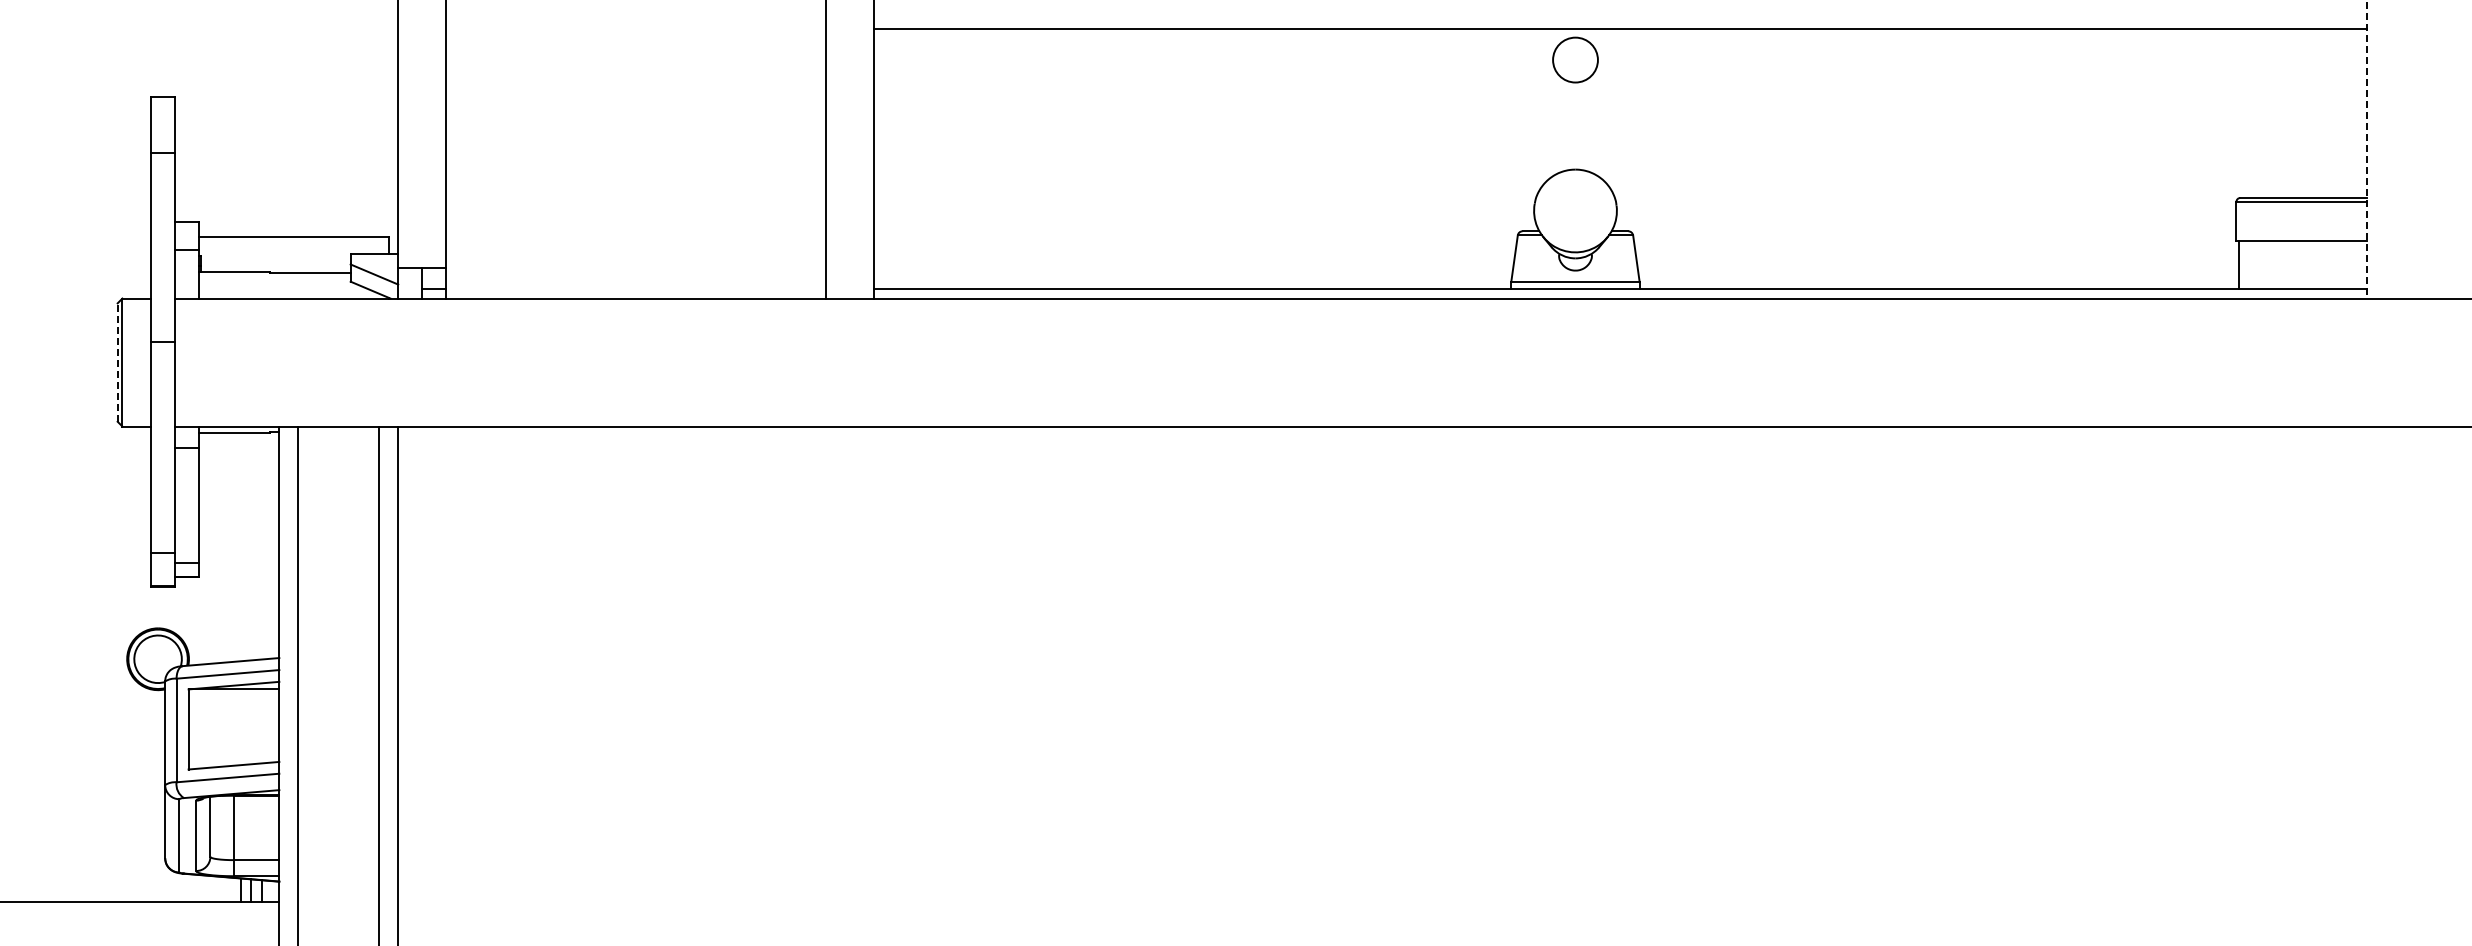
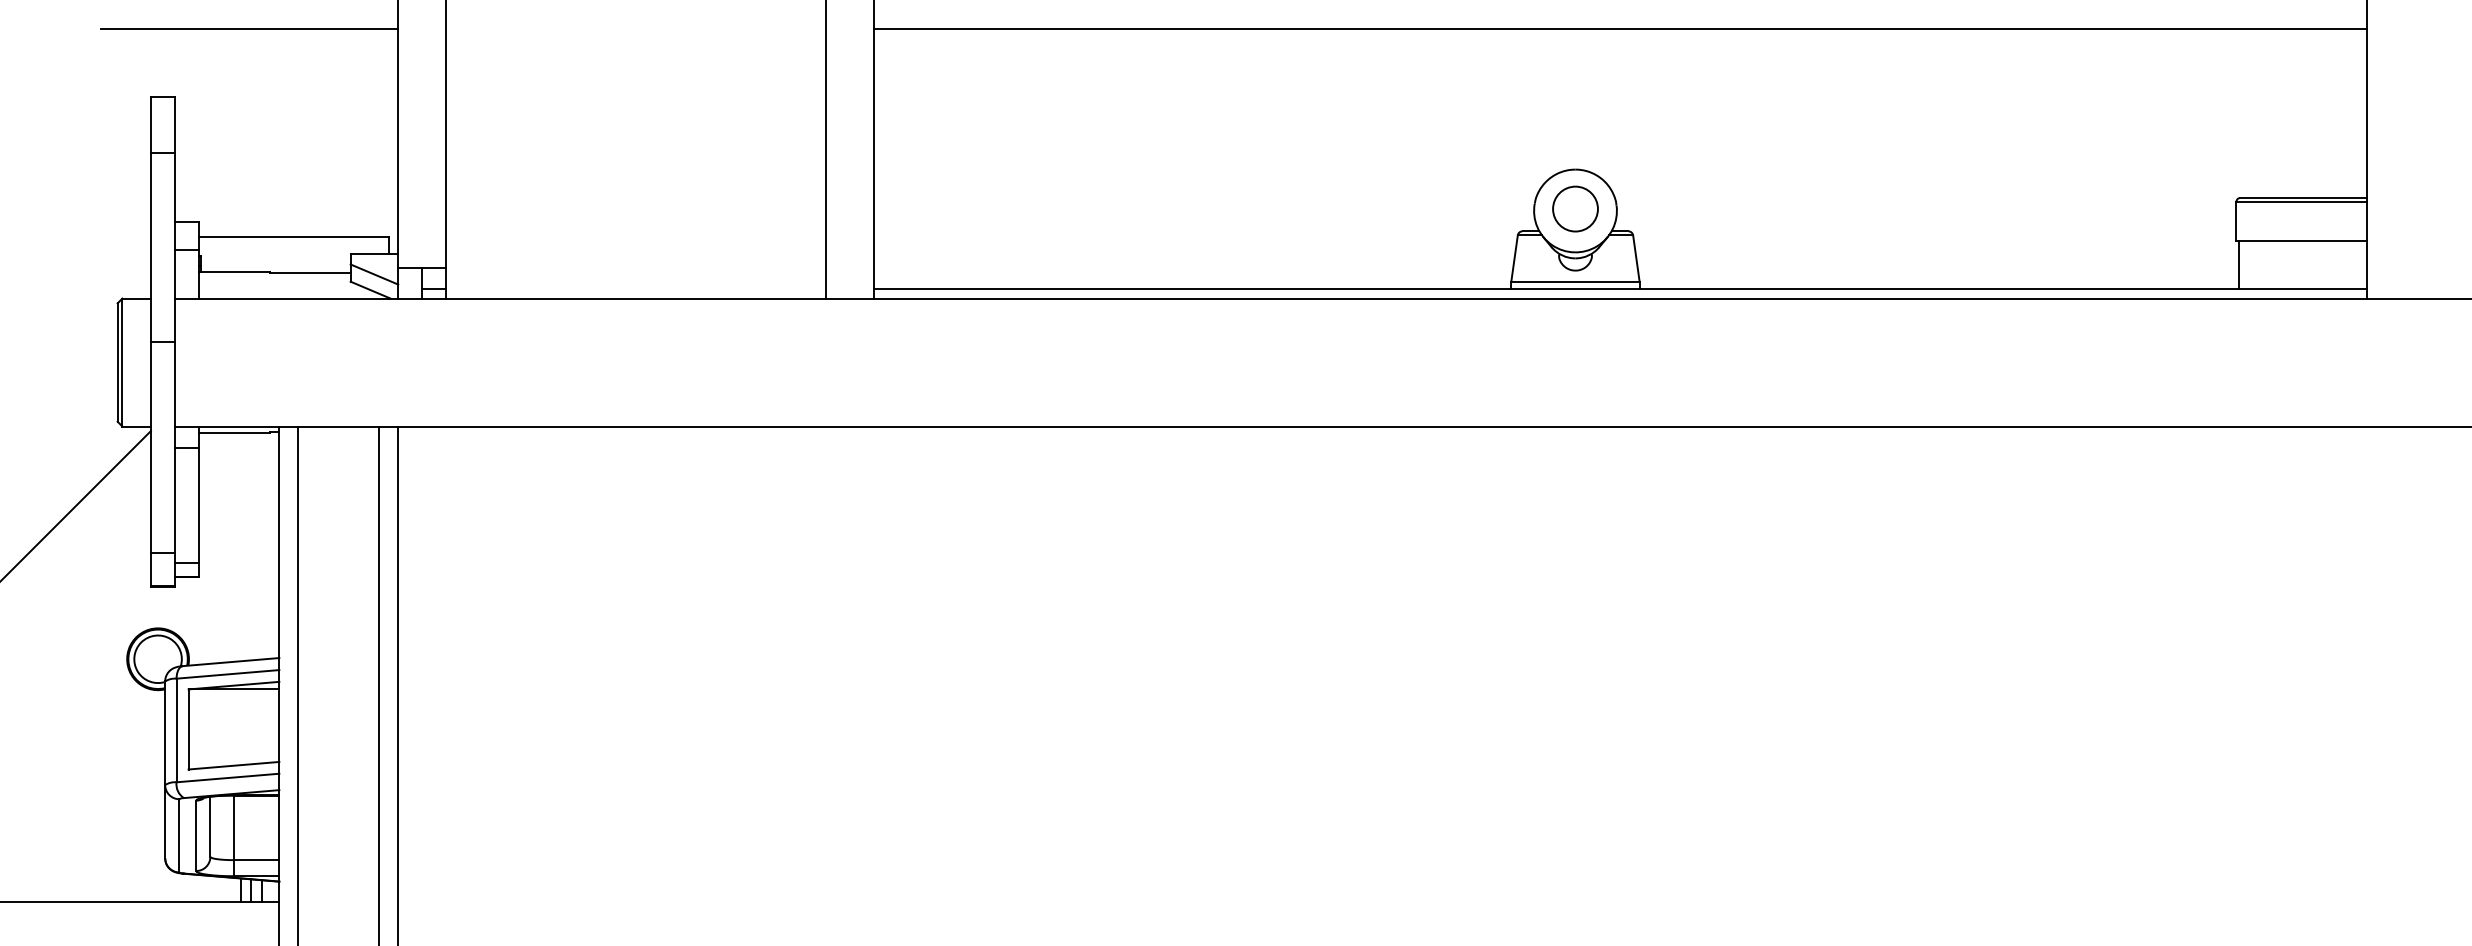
line at (249, 28): none -> present
circle at (1575, 59) position: (1575, 59) -> (1575, 208)
line at (2366, 149): dashed -> solid
line at (117, 362): dashed -> solid
line at (76, 505): none -> present
